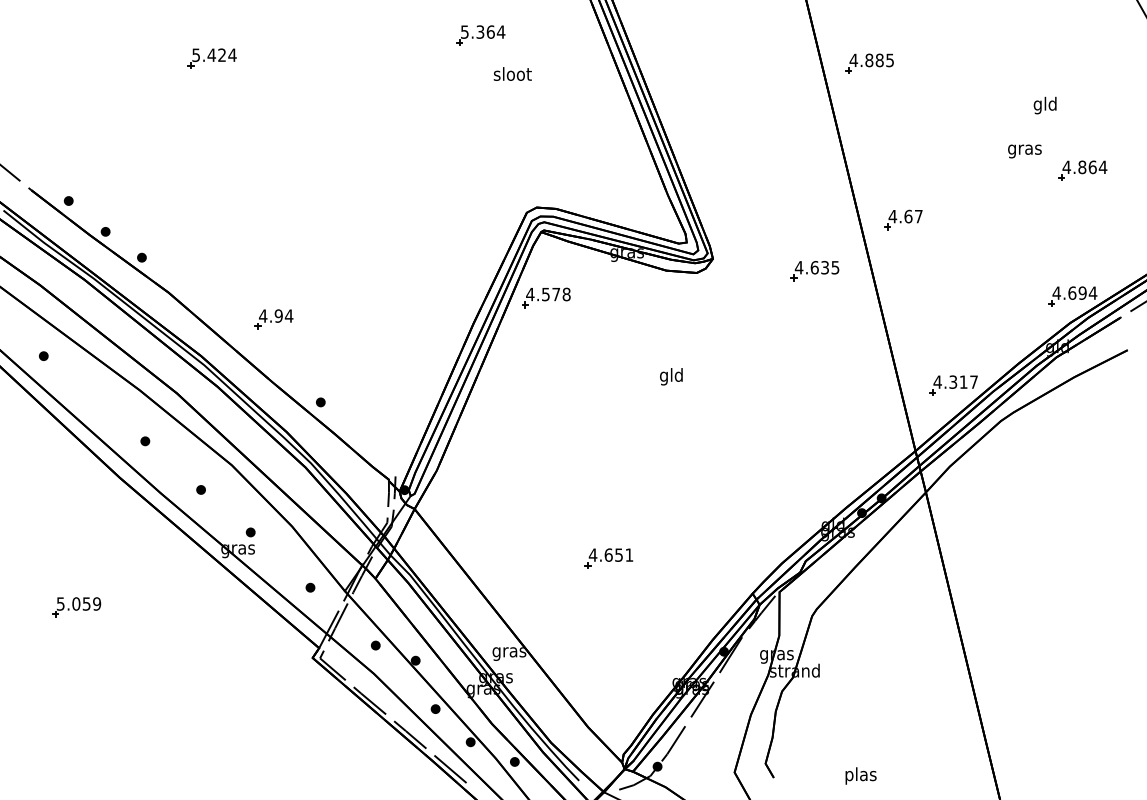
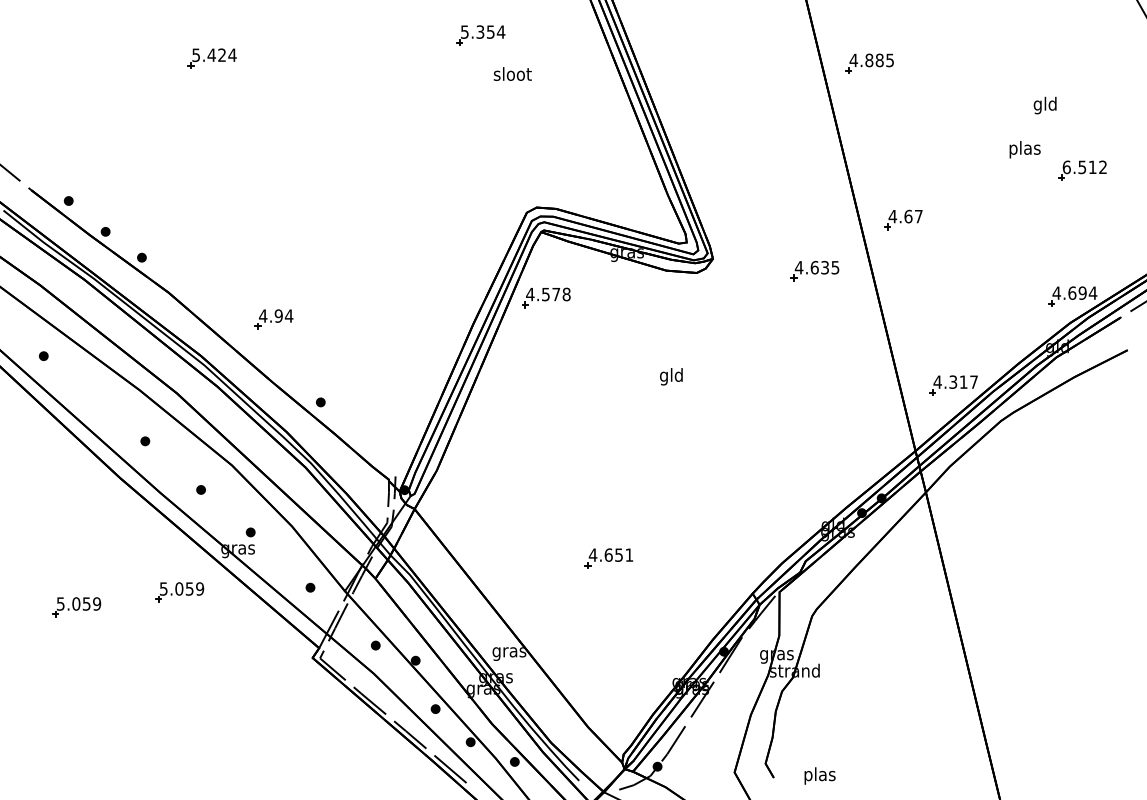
text at (490, 31): 5.364 -> 5.354
text at (1024, 149): gras -> plas
text at (1084, 167): 4.864 -> 6.512
part at (179, 592): none -> present
text at (860, 775) position: (860, 775) -> (819, 775)
